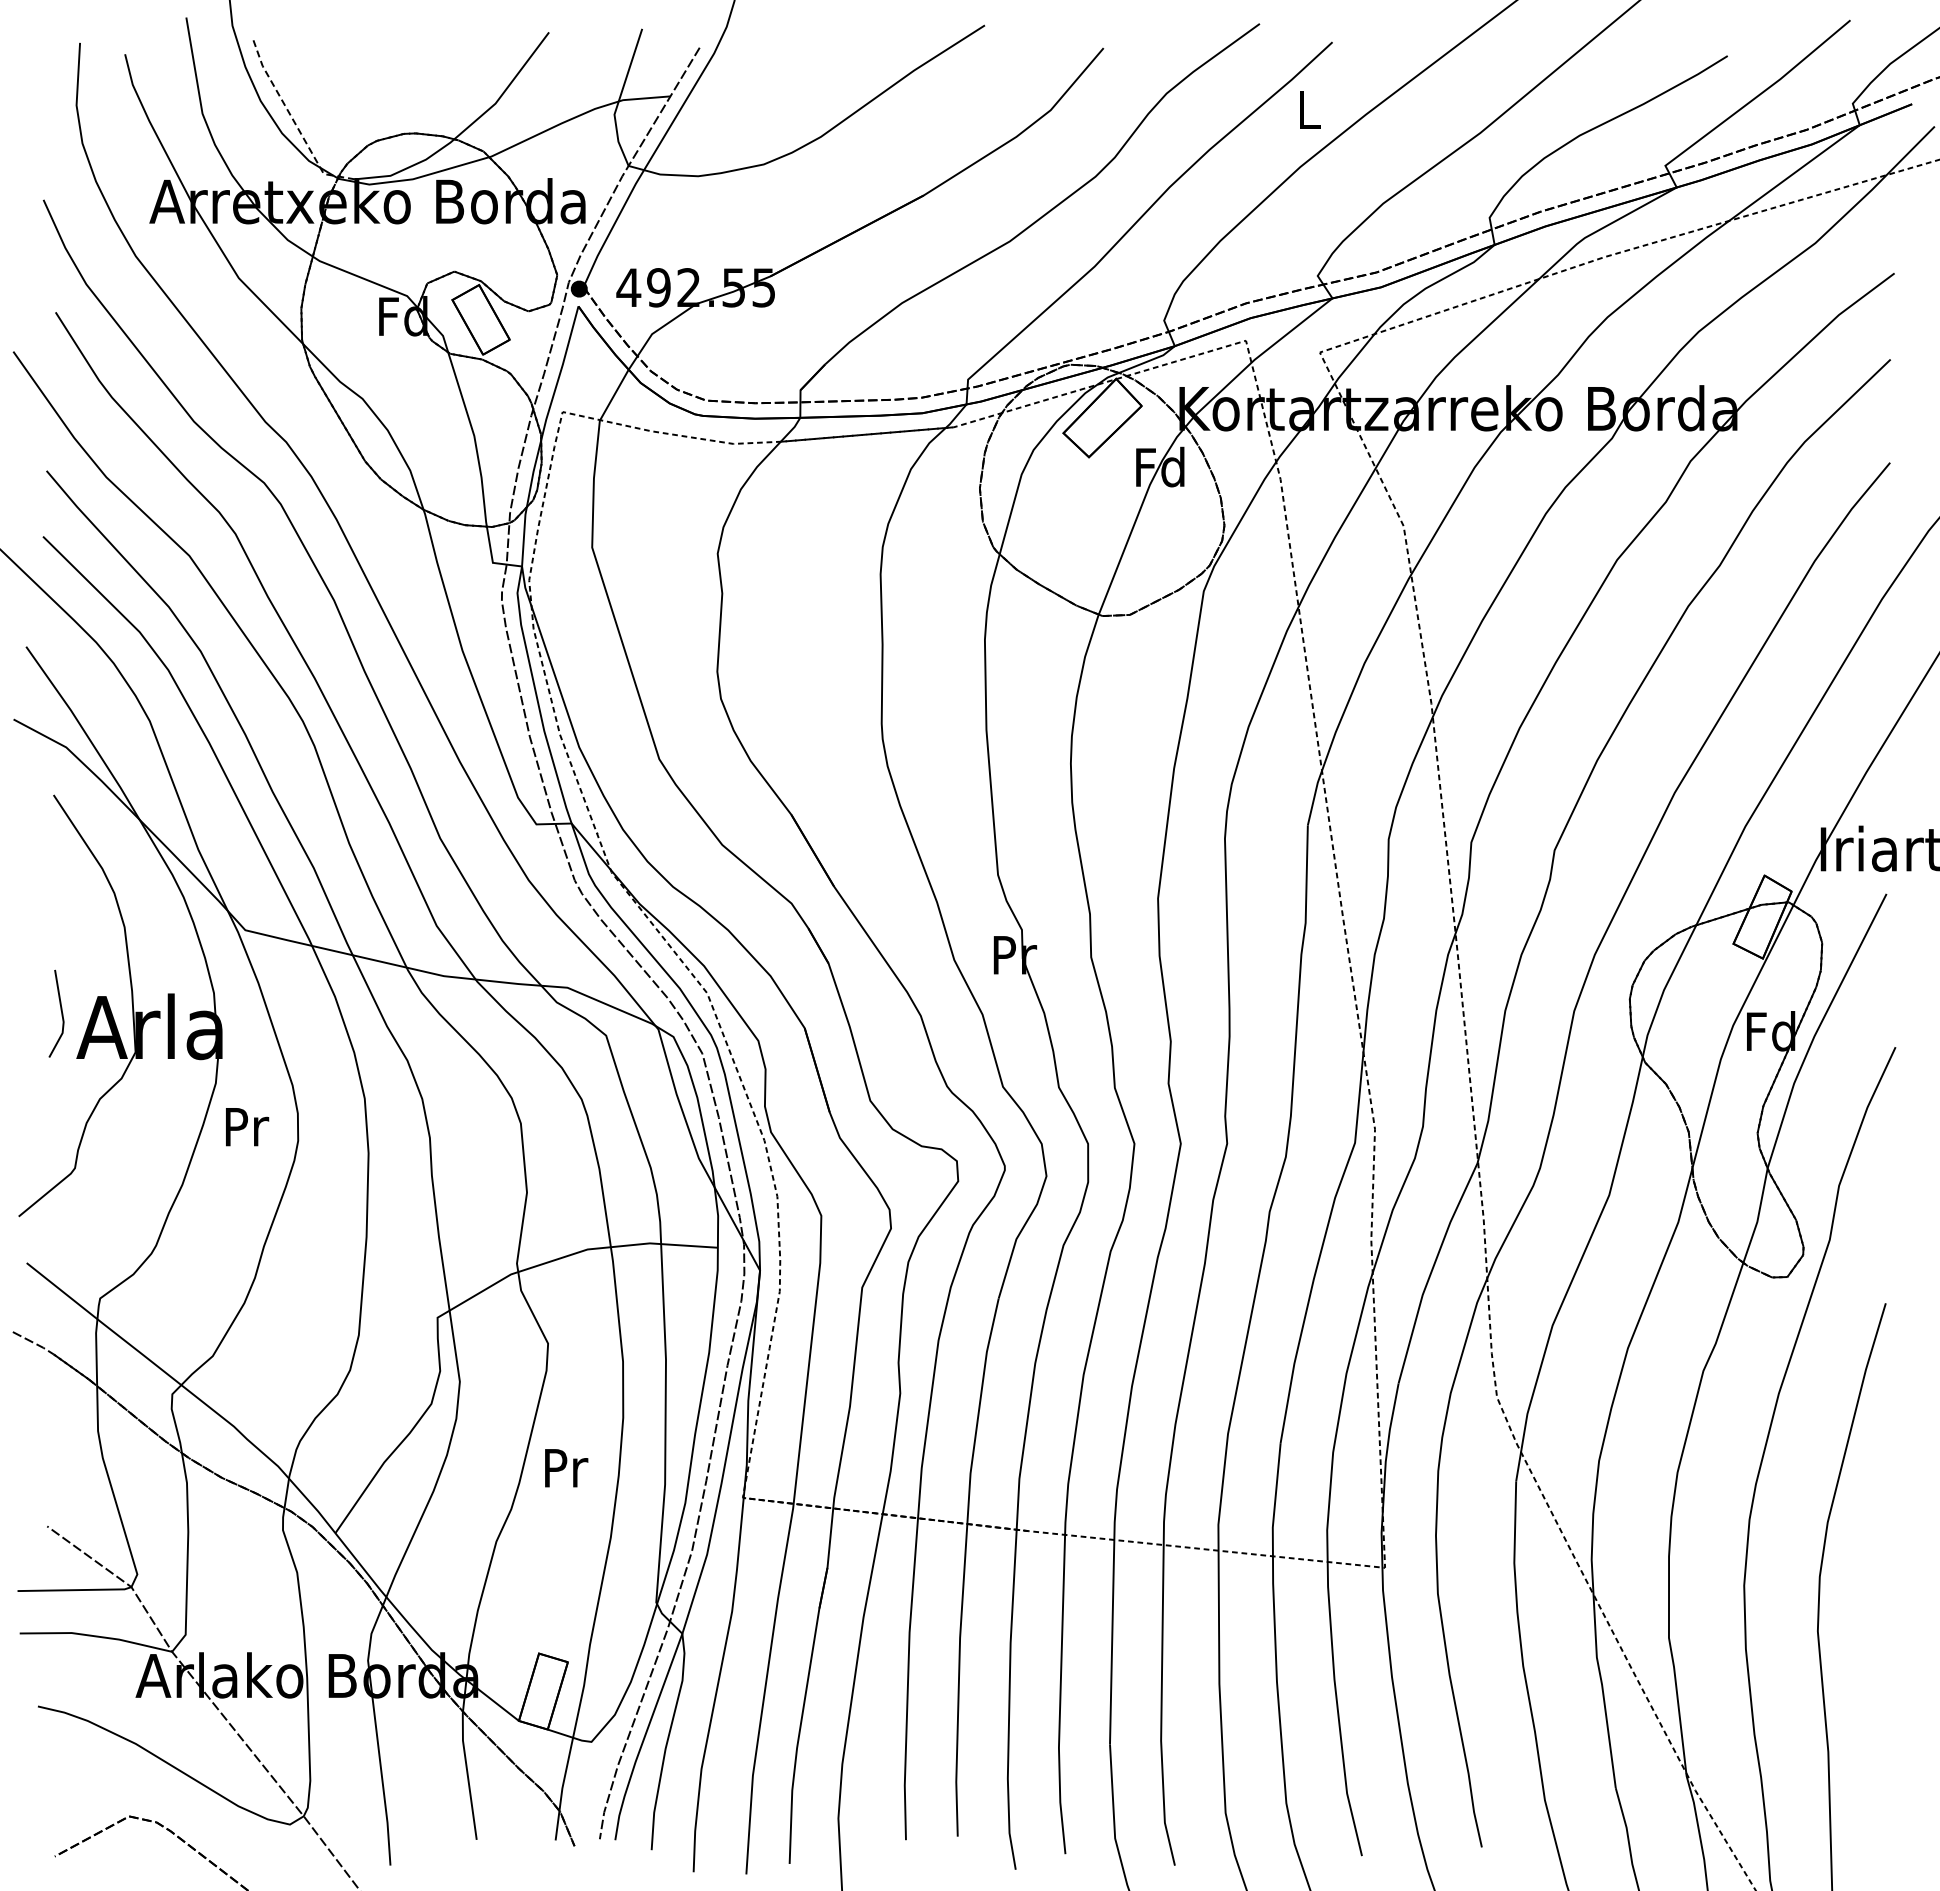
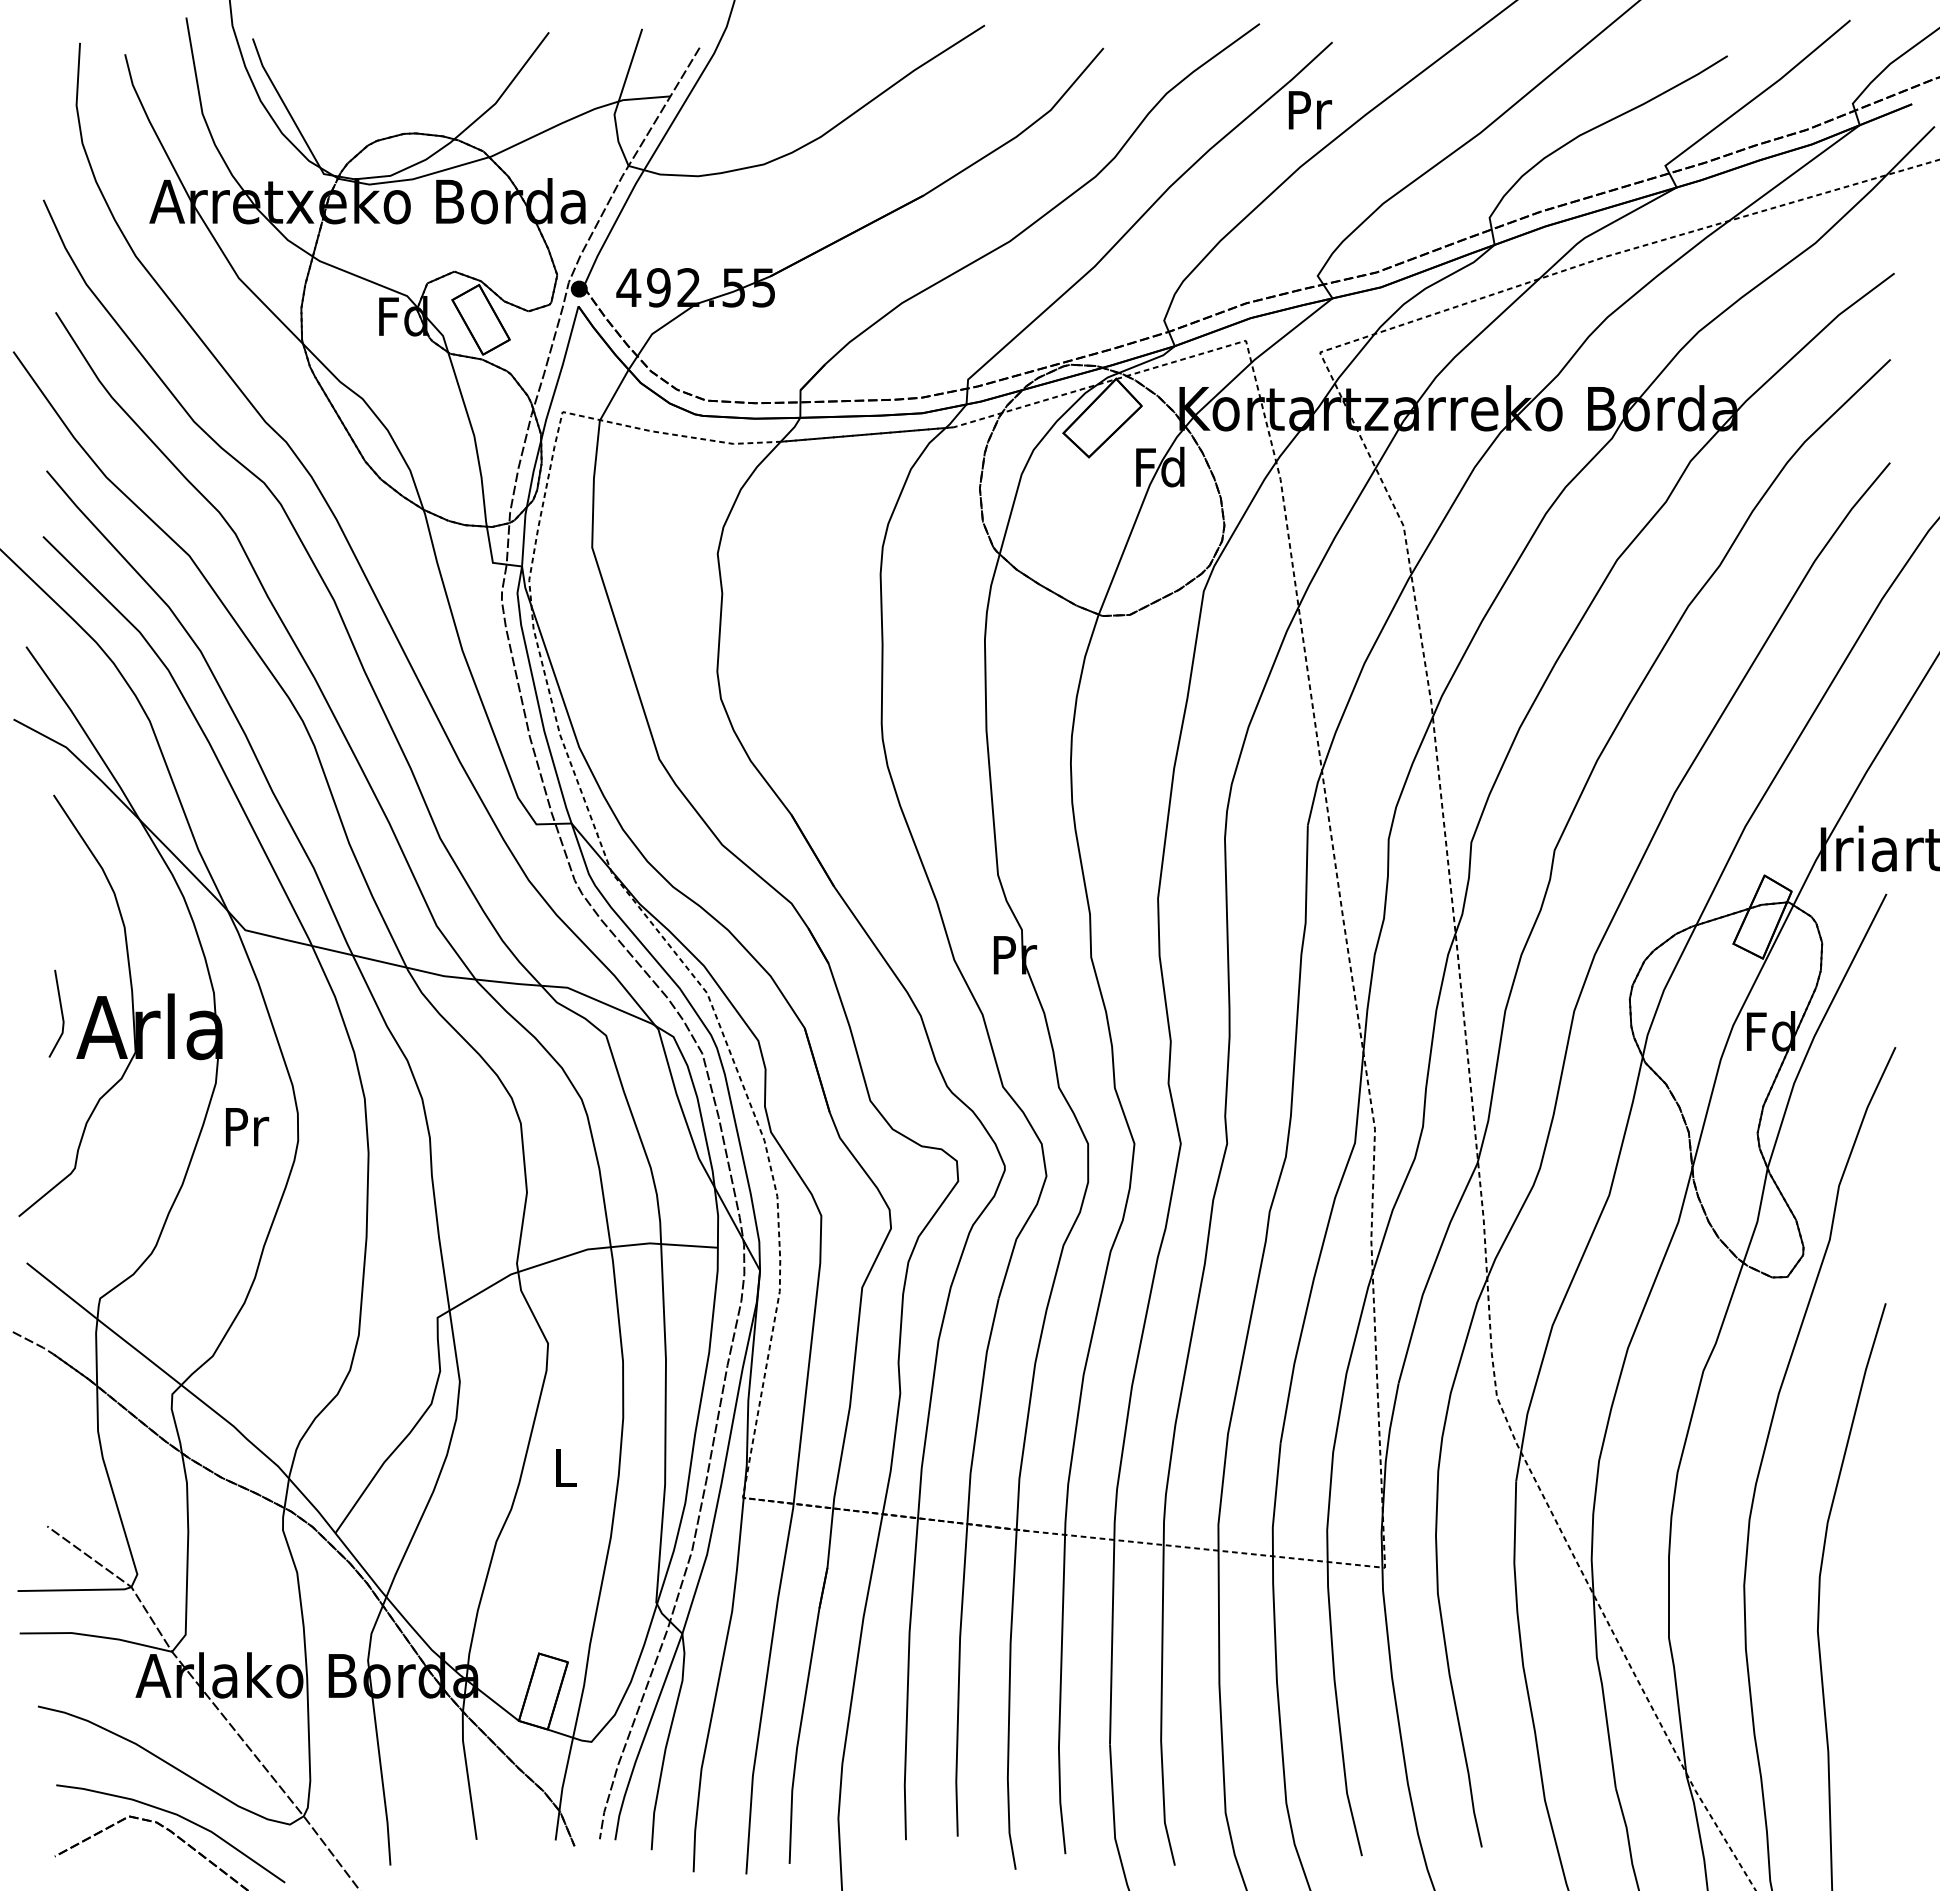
text at (1310, 110): L -> Pr
line at (293, 120): dashed -> solid
text at (566, 1468): Pr -> L
curve at (175, 1815): none -> present
